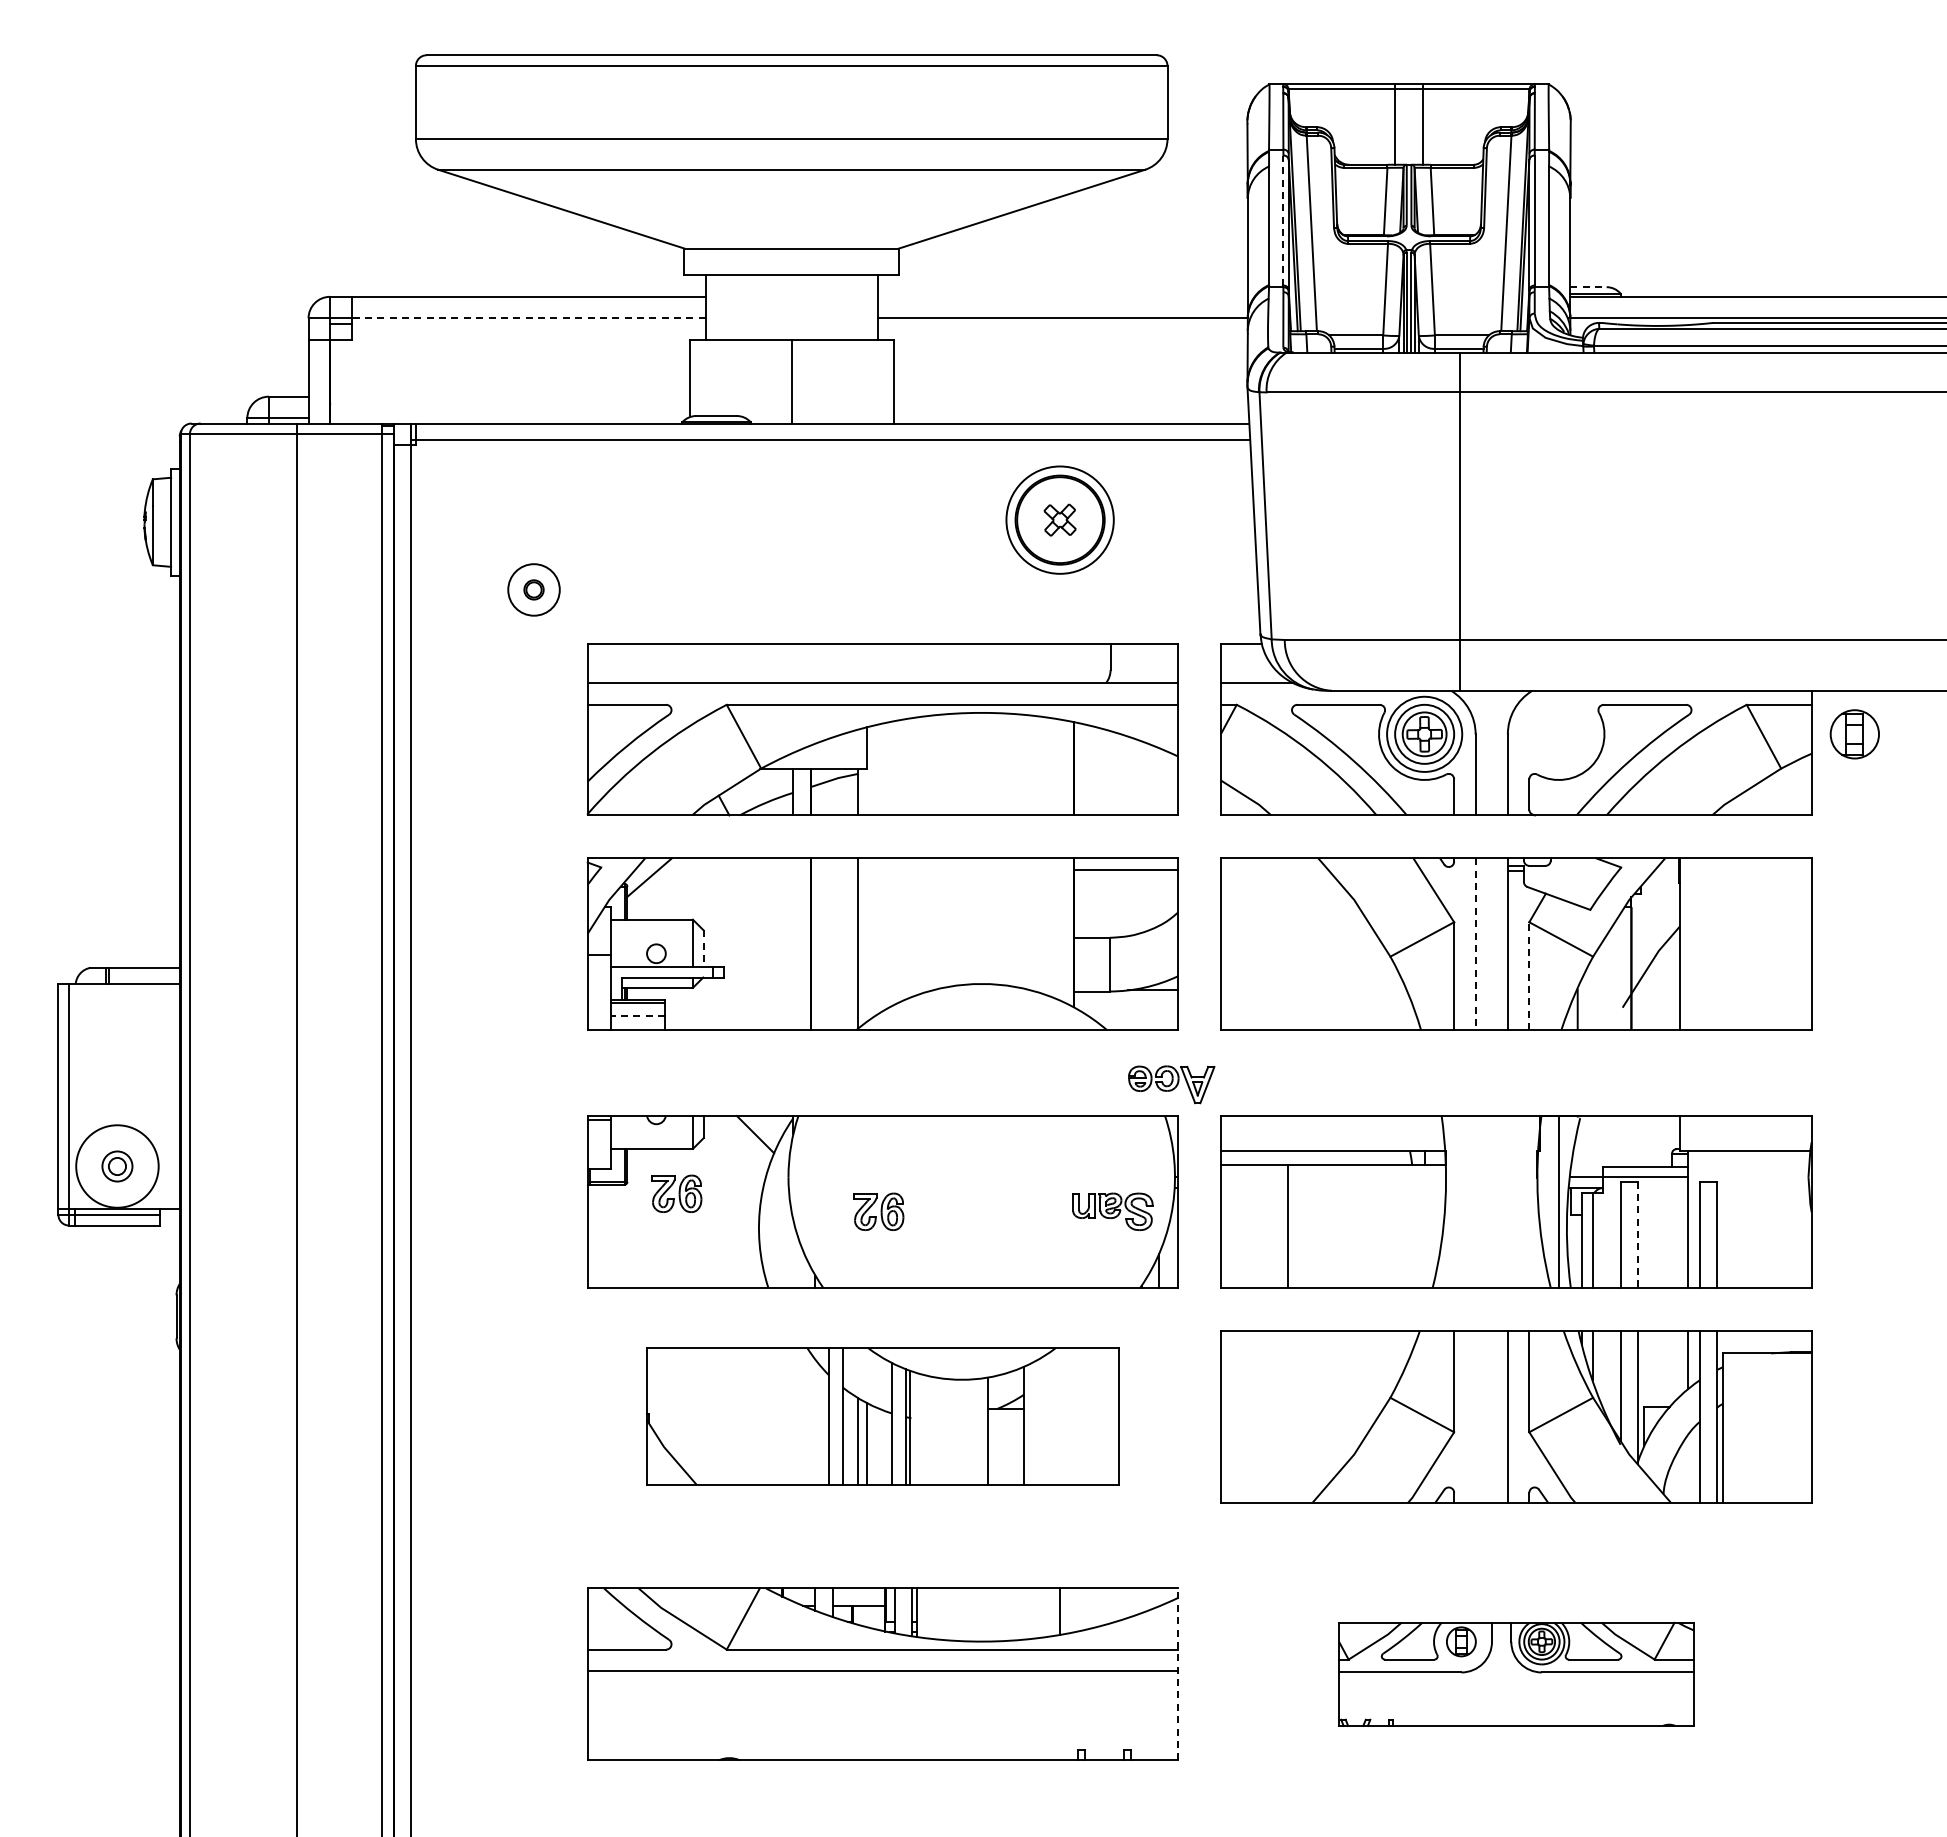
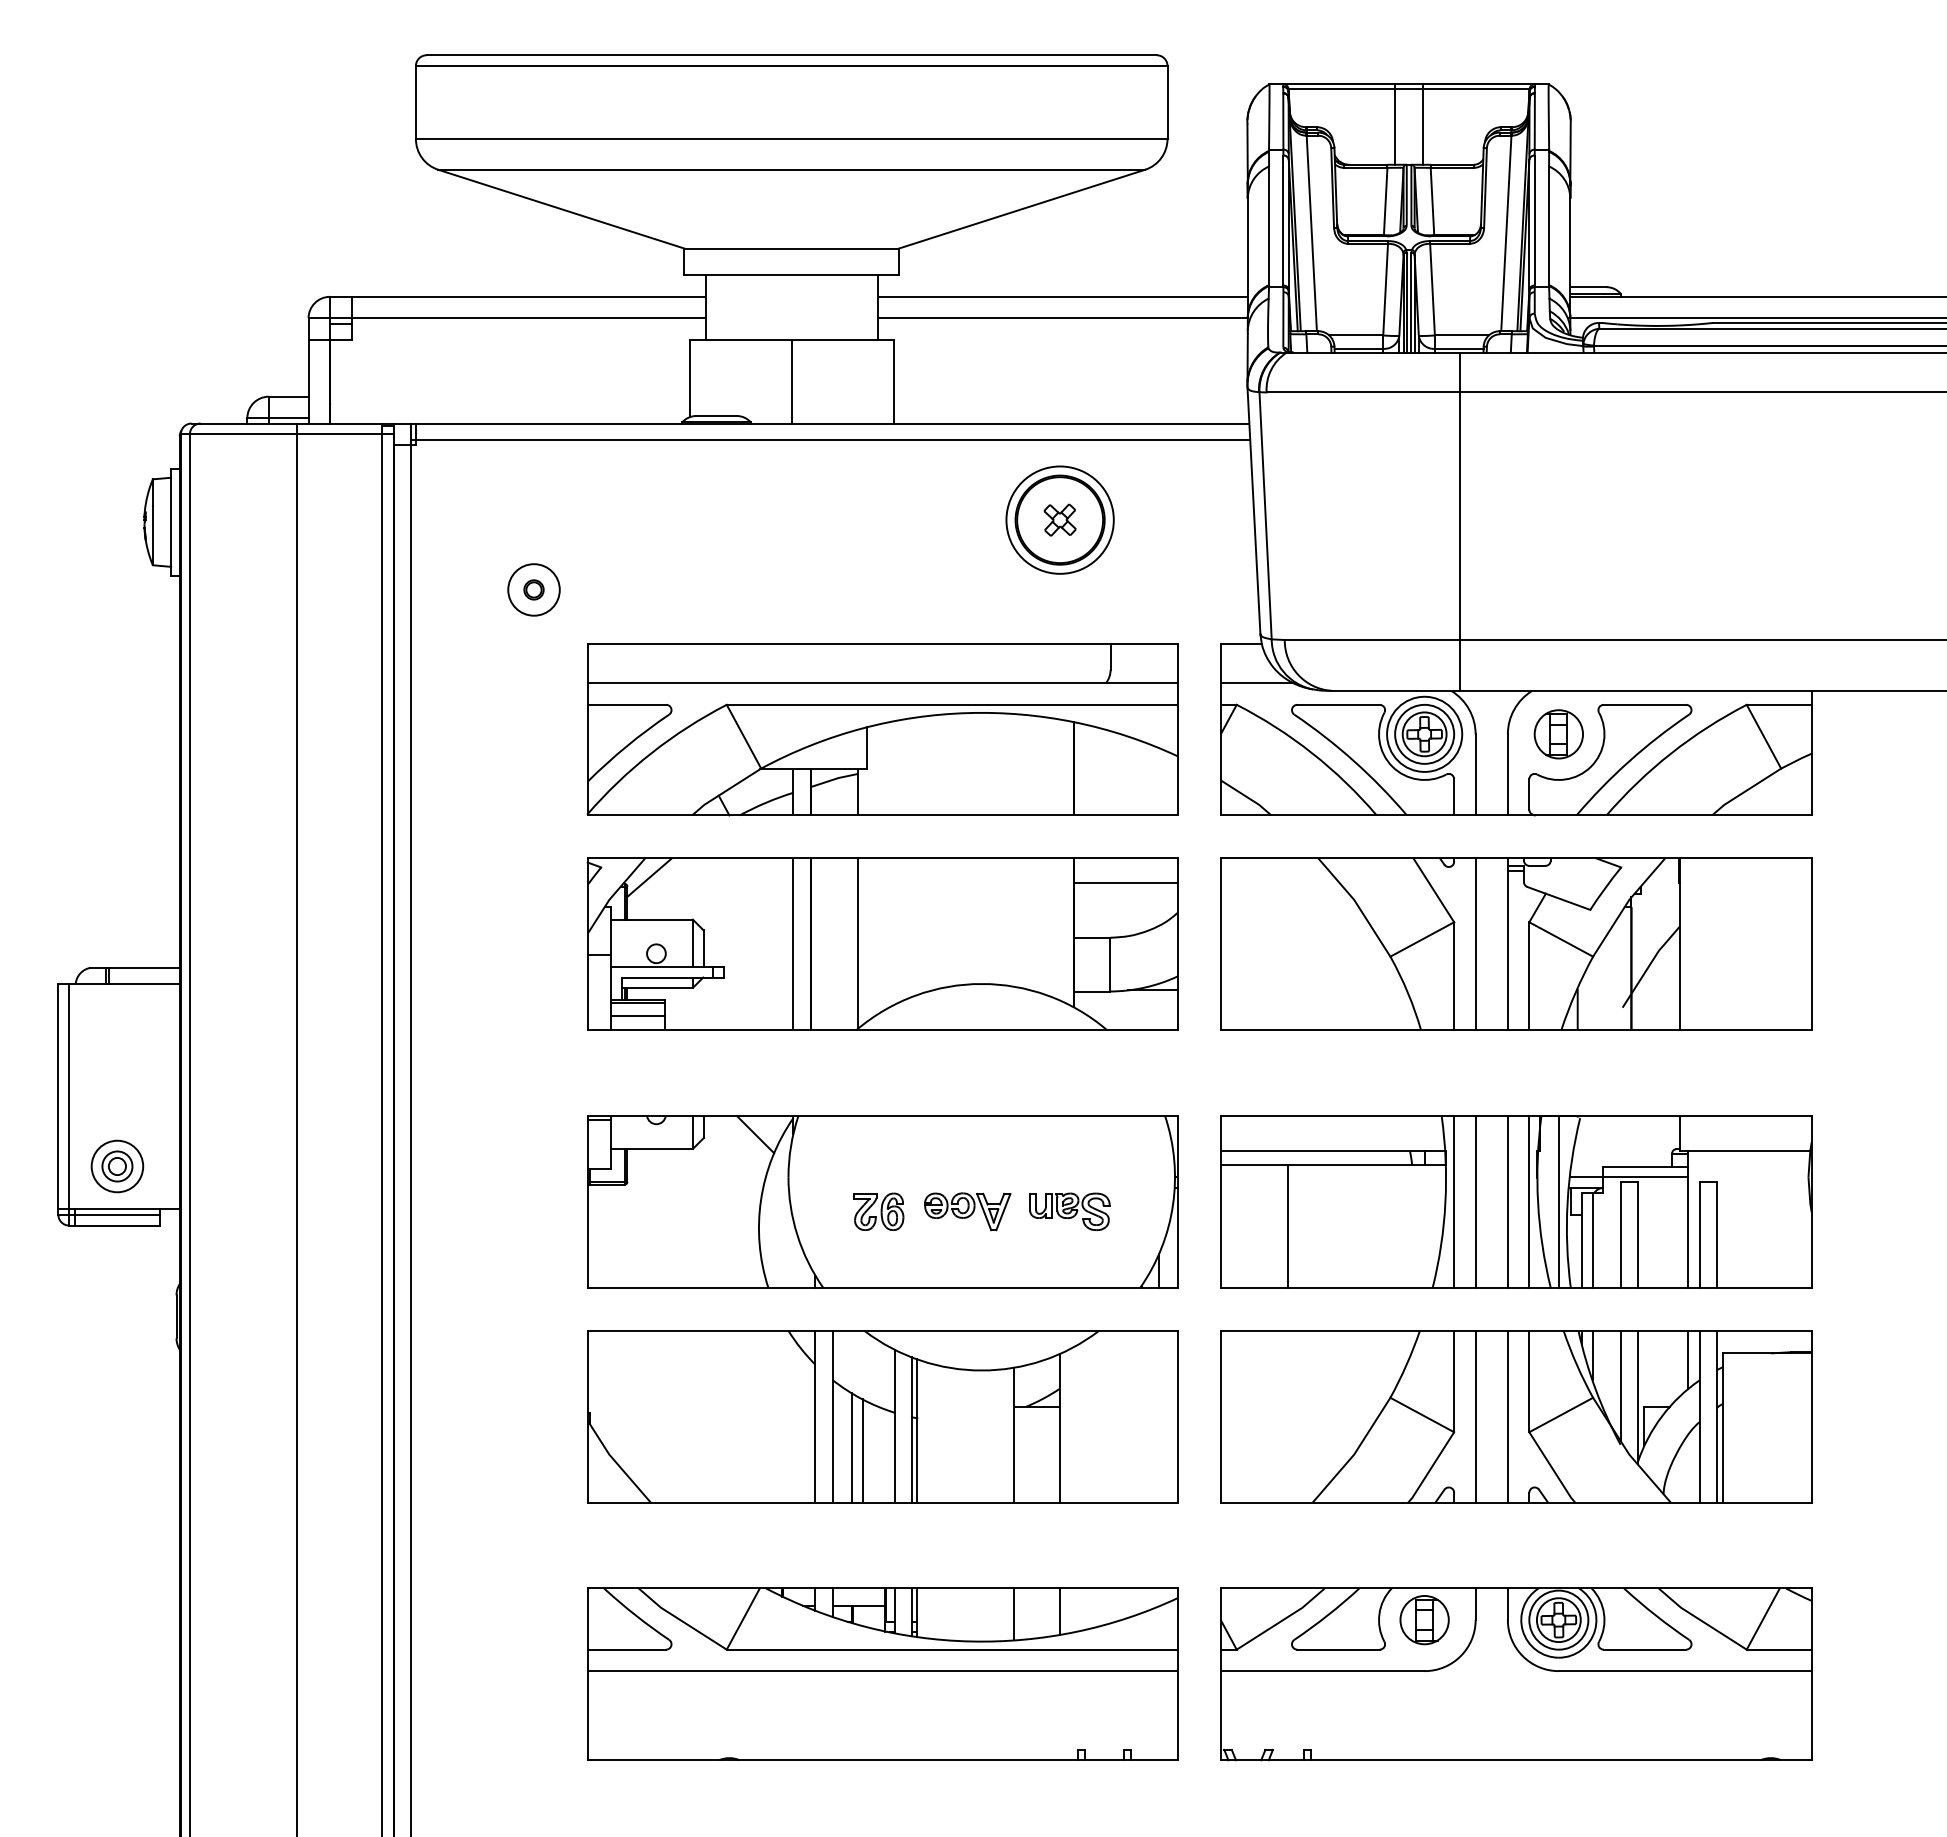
line at (1283, 220): dashed -> solid
line at (1588, 287): dashed -> solid
line at (1062, 296): none -> present
line at (528, 318): dashed -> solid
part at (1854, 734) position: (1854, 734) -> (1558, 734)
line at (1125, 870) position: (1125, 870) -> (1125, 883)
line at (793, 944): none -> present
line at (1475, 944): dashed -> solid
line at (703, 949): dashed -> solid
line at (1529, 976): dashed -> solid
line at (638, 1016): dashed -> solid
part at (1171, 1084) position: (1171, 1084) -> (967, 1211)
circle at (117, 1166) diameter: 82 px -> 52 px
part at (676, 1193): present -> none
line at (1454, 1201): none -> present
line at (1475, 1201): none -> present
line at (1507, 1201): none -> present
line at (1529, 1201): none -> present
part at (1112, 1211) position: (1112, 1211) -> (1069, 1211)
line at (1637, 1235): dashed -> solid
part at (882, 1416) size: 474x139 px -> 592x174 px
line at (1475, 1416): none -> present
line at (1013, 1614): none -> present
part at (1516, 1673) size: 357x106 px -> 593x175 px
line at (1178, 1674): dashed -> solid
